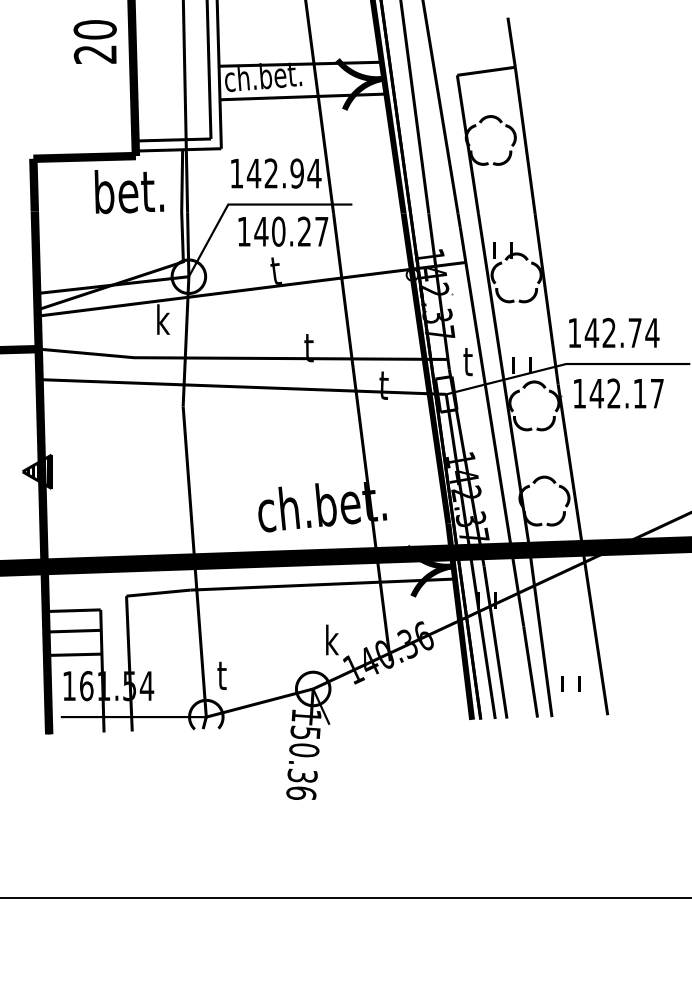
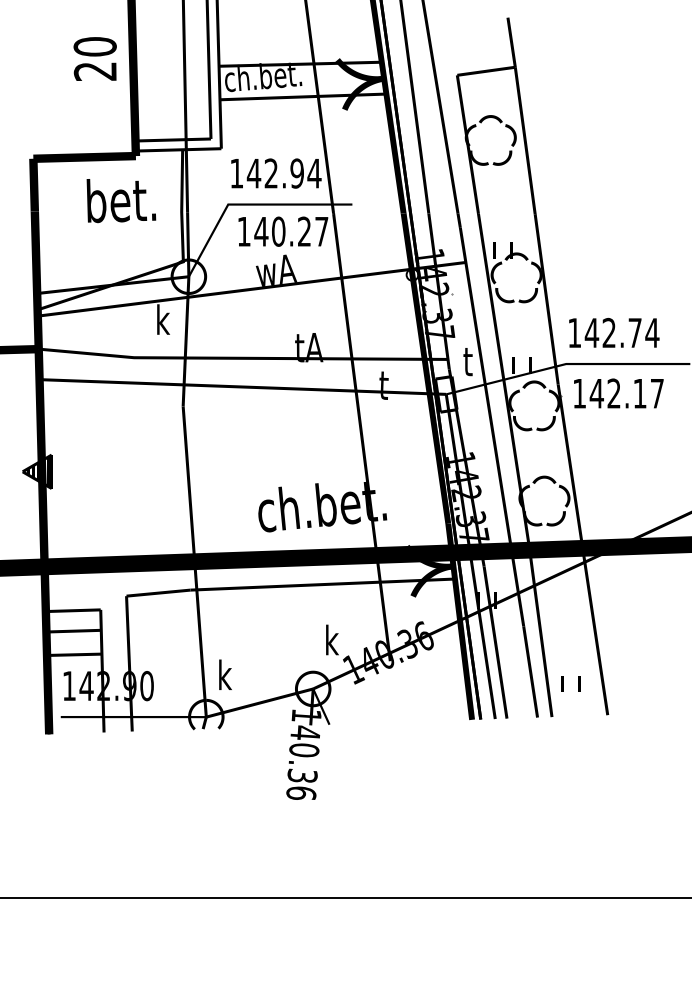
text at (94, 41) position: (94, 41) -> (94, 58)
text at (129, 192) position: (129, 192) -> (121, 201)
text at (276, 270): t -> wA
text at (309, 347): t -> tA
text at (224, 674): t -> k
text at (116, 686): 161.54 -> 142.90
text at (305, 732): 150.36 -> 140.36
